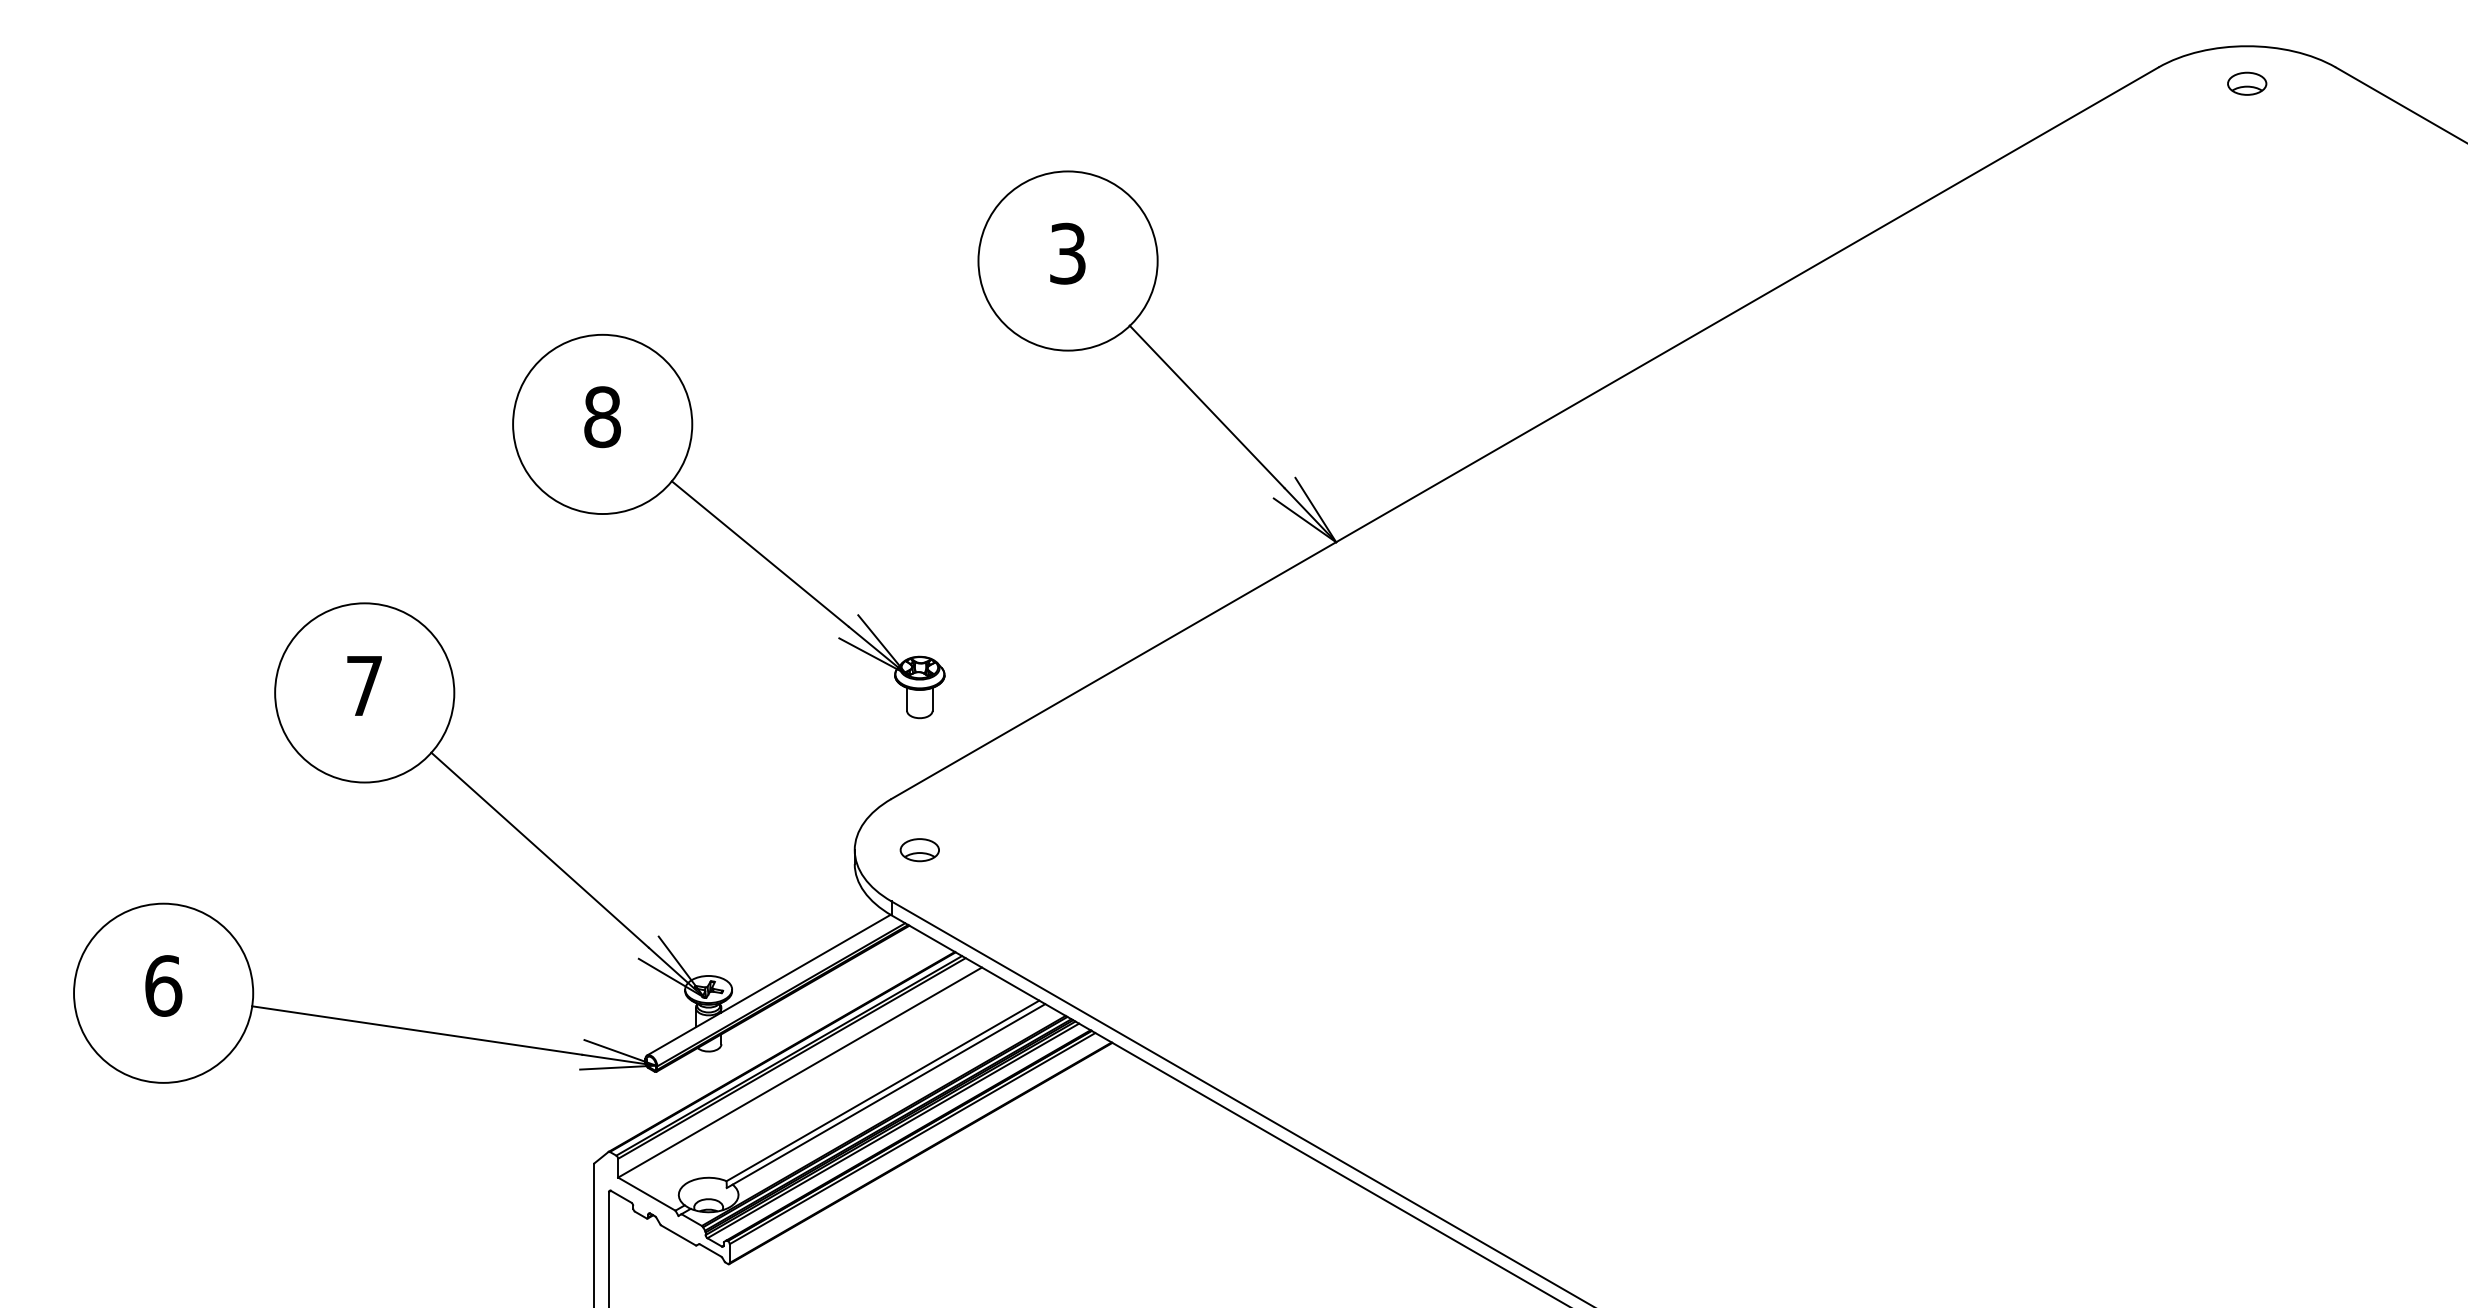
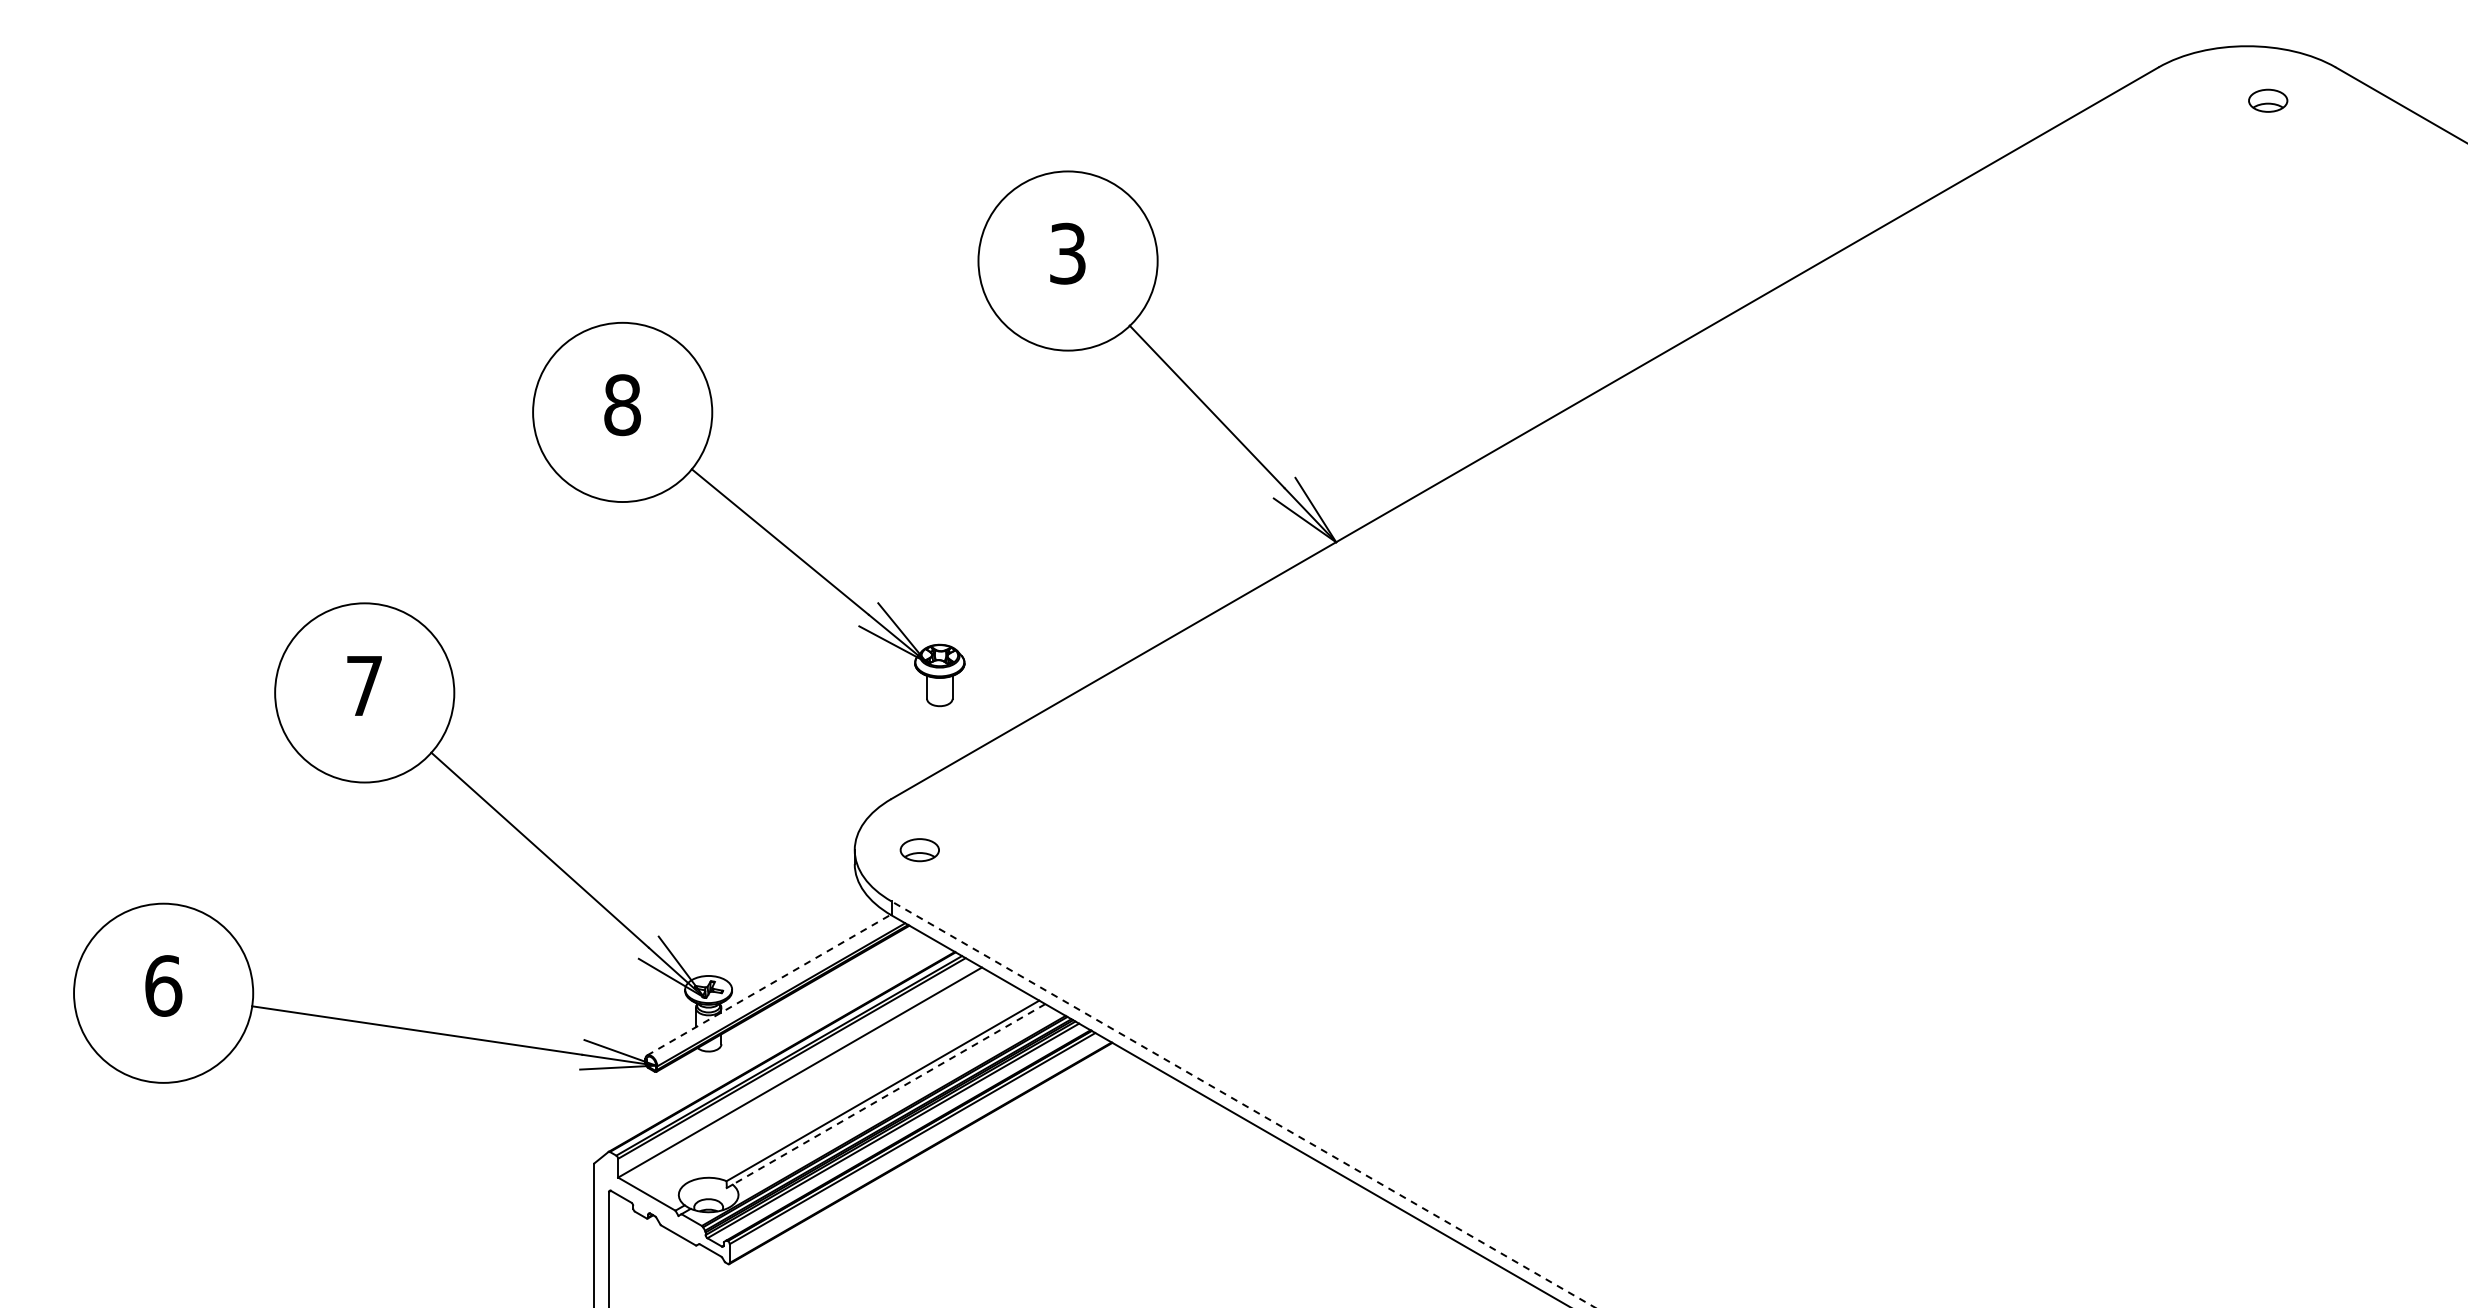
part at (2247, 83) position: (2247, 83) -> (2268, 100)
part at (728, 526) position: (728, 526) -> (748, 514)
line at (768, 985): solid -> dashed
line at (888, 1094): solid -> dashed
line at (1242, 1104): solid -> dashed
